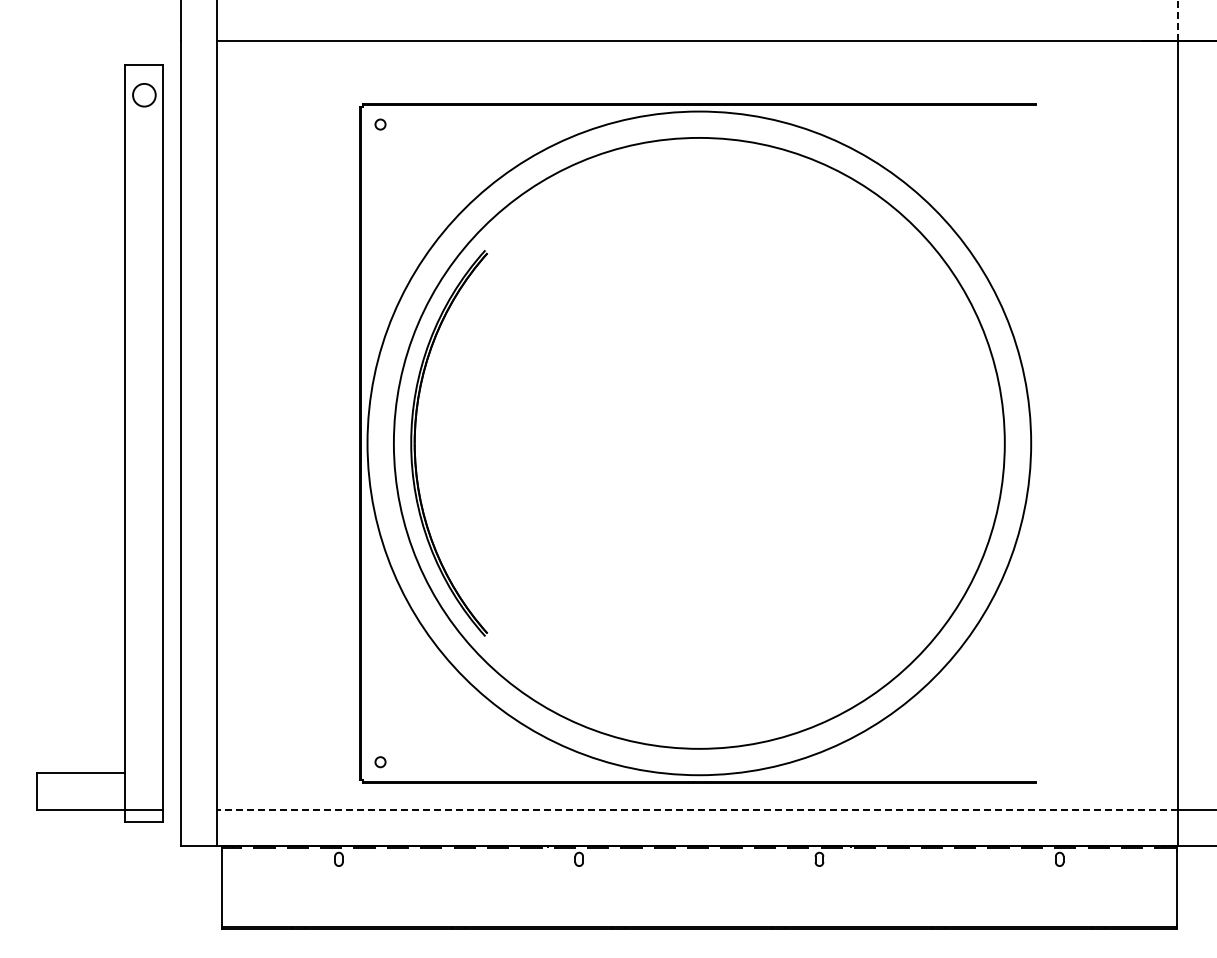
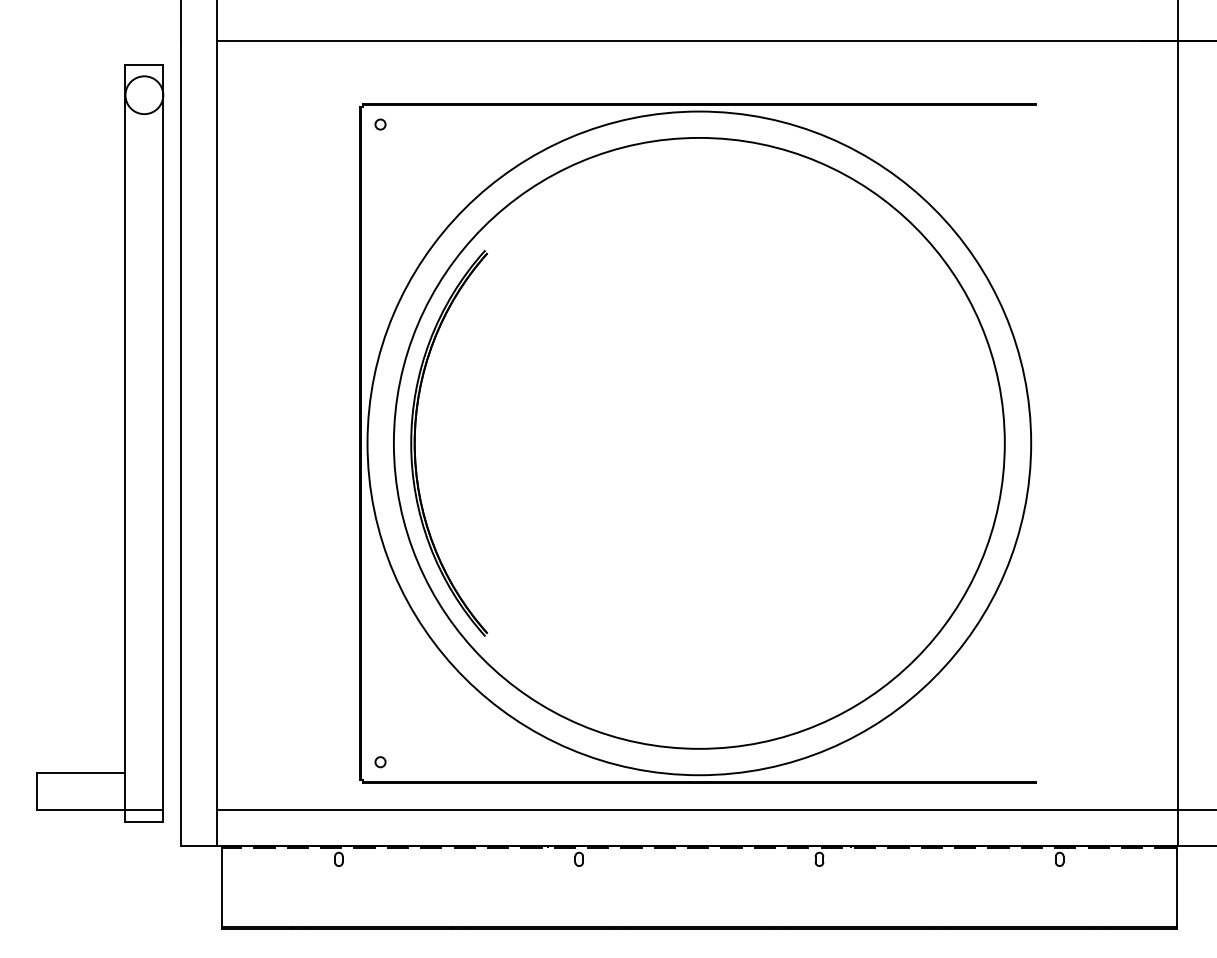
line at (1177, 20): dashed -> solid
circle at (144, 94) diameter: 23 px -> 38 px
line at (697, 810): dashed -> solid
